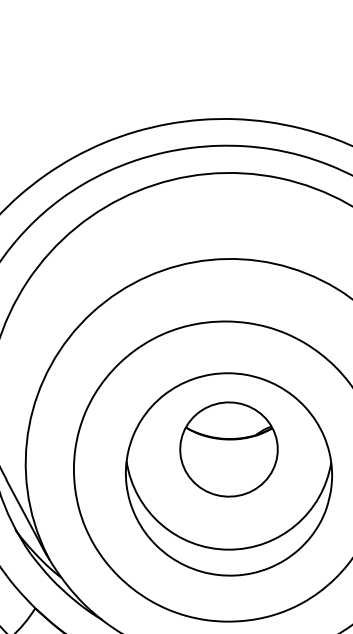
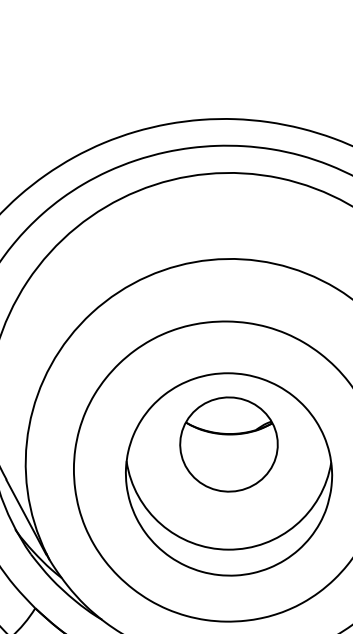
part at (228, 449) position: (228, 449) -> (228, 444)
